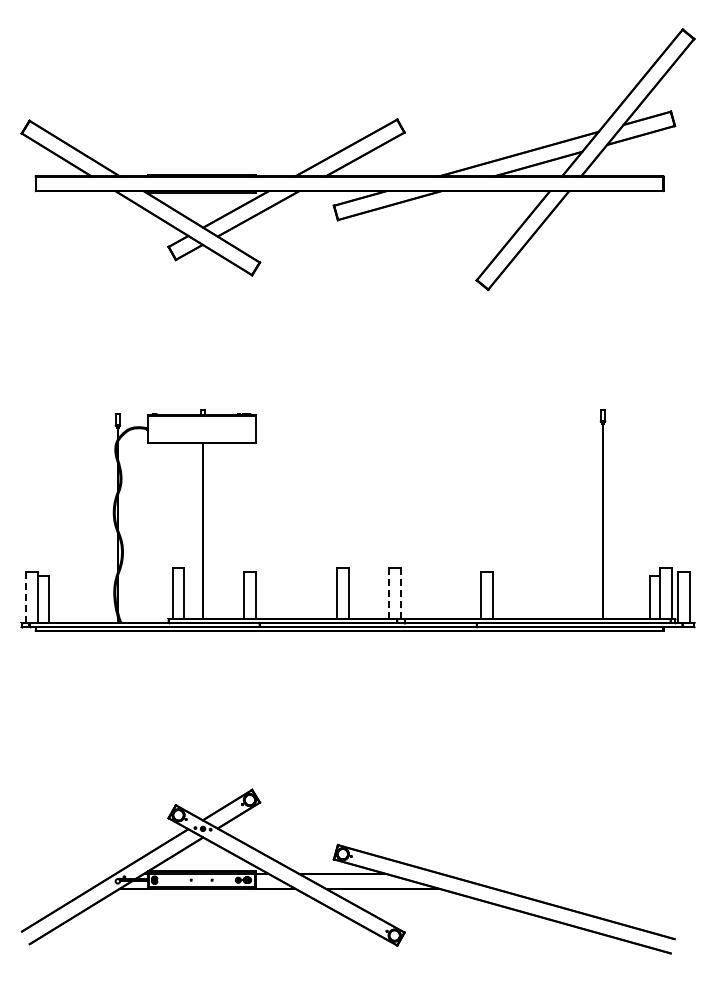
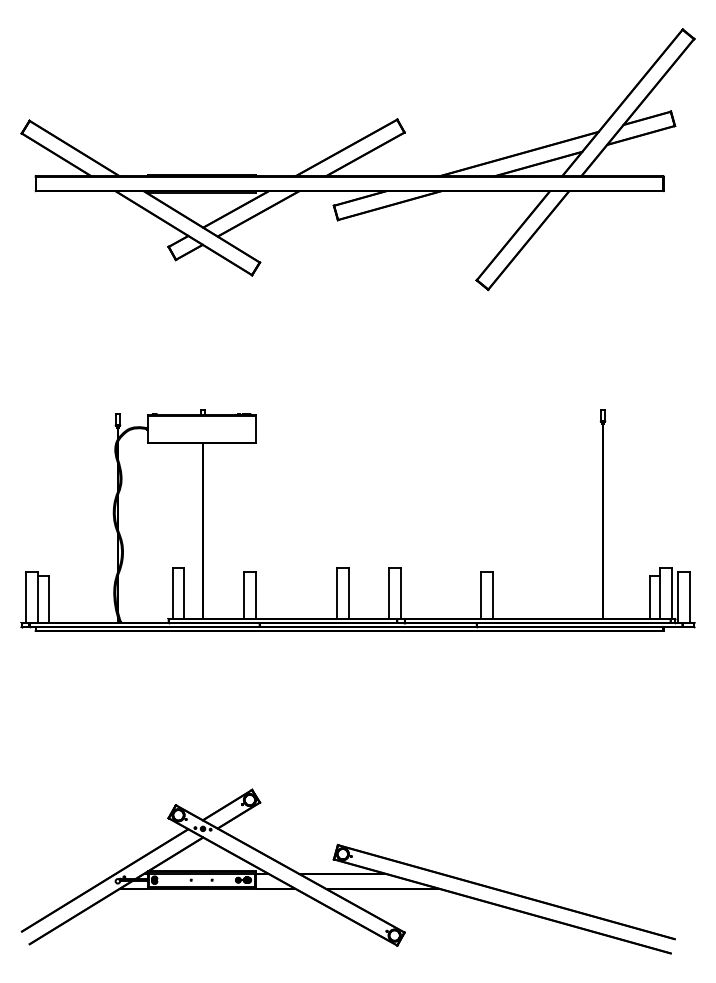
line at (388, 593): dashed -> solid
line at (400, 593): dashed -> solid
line at (25, 597): dashed -> solid
